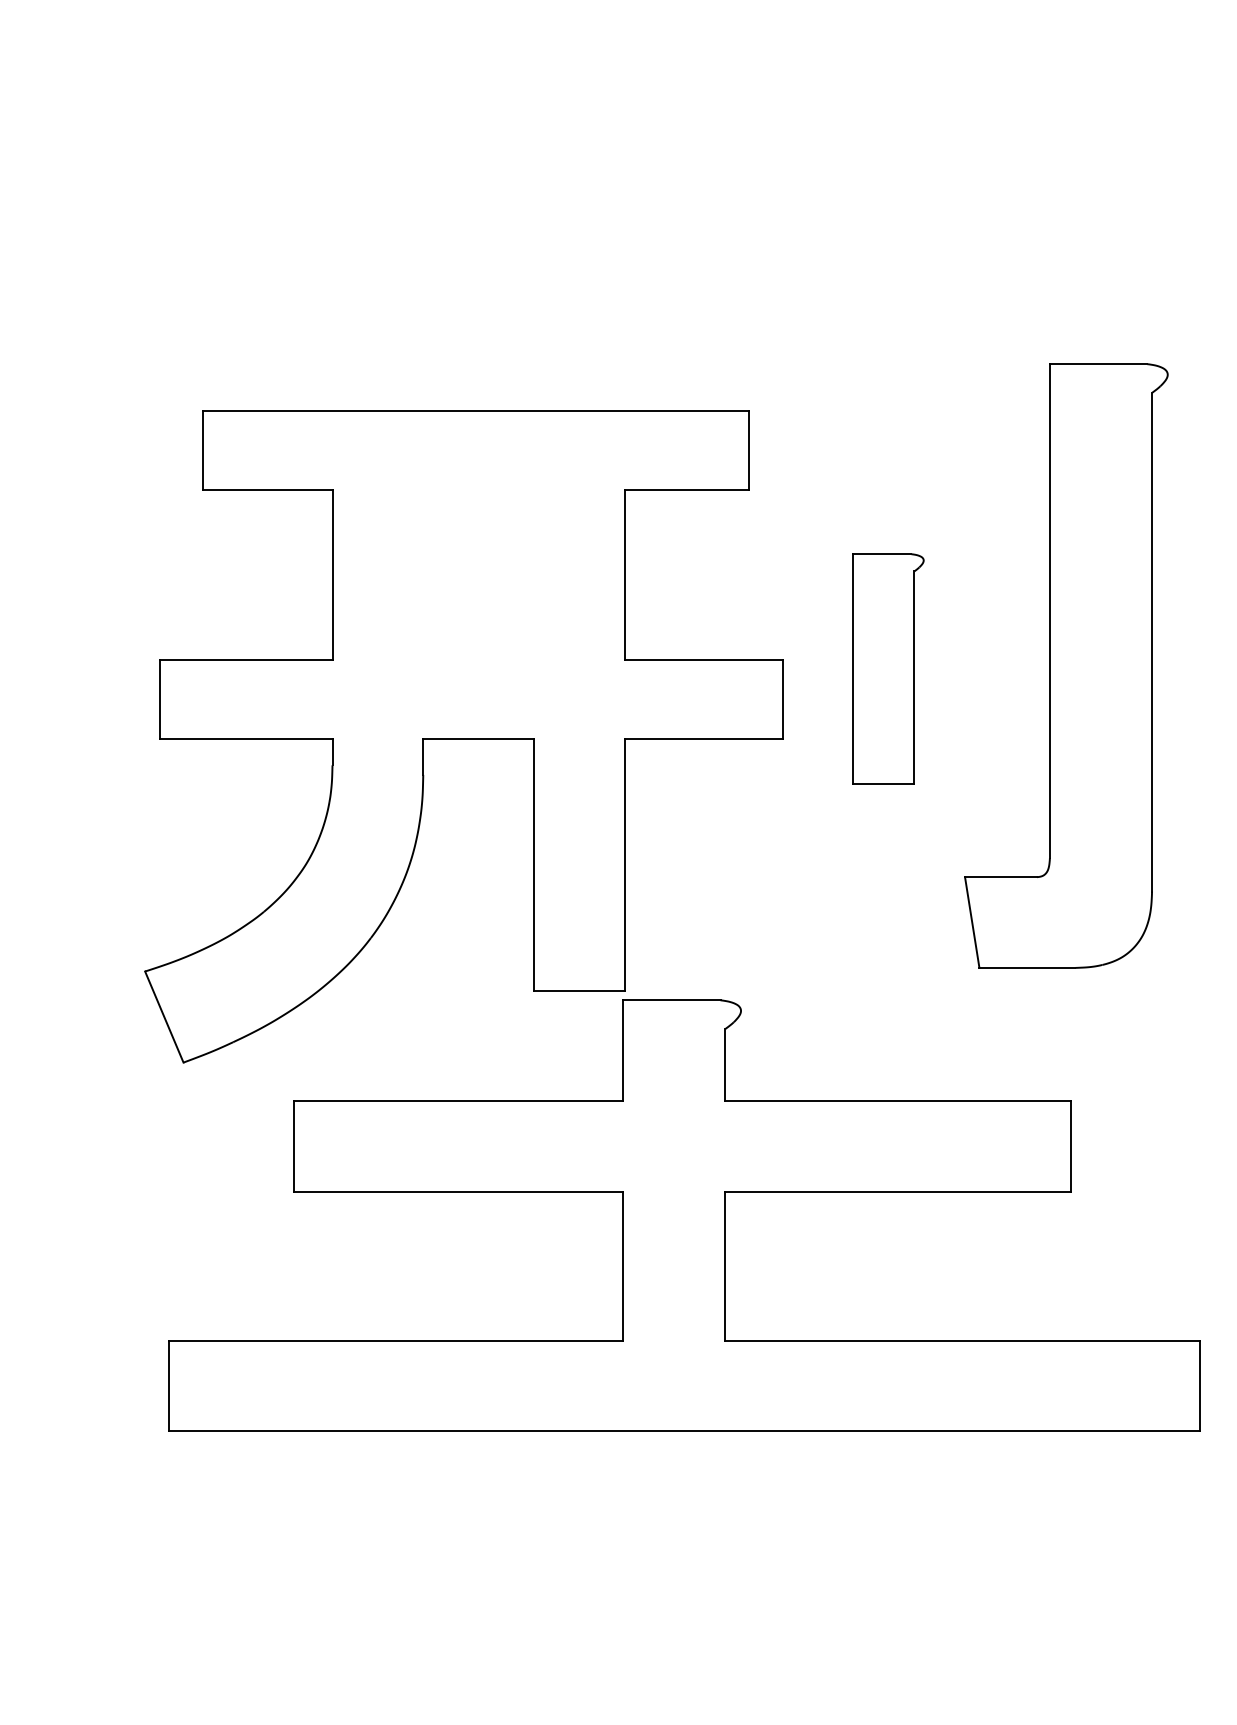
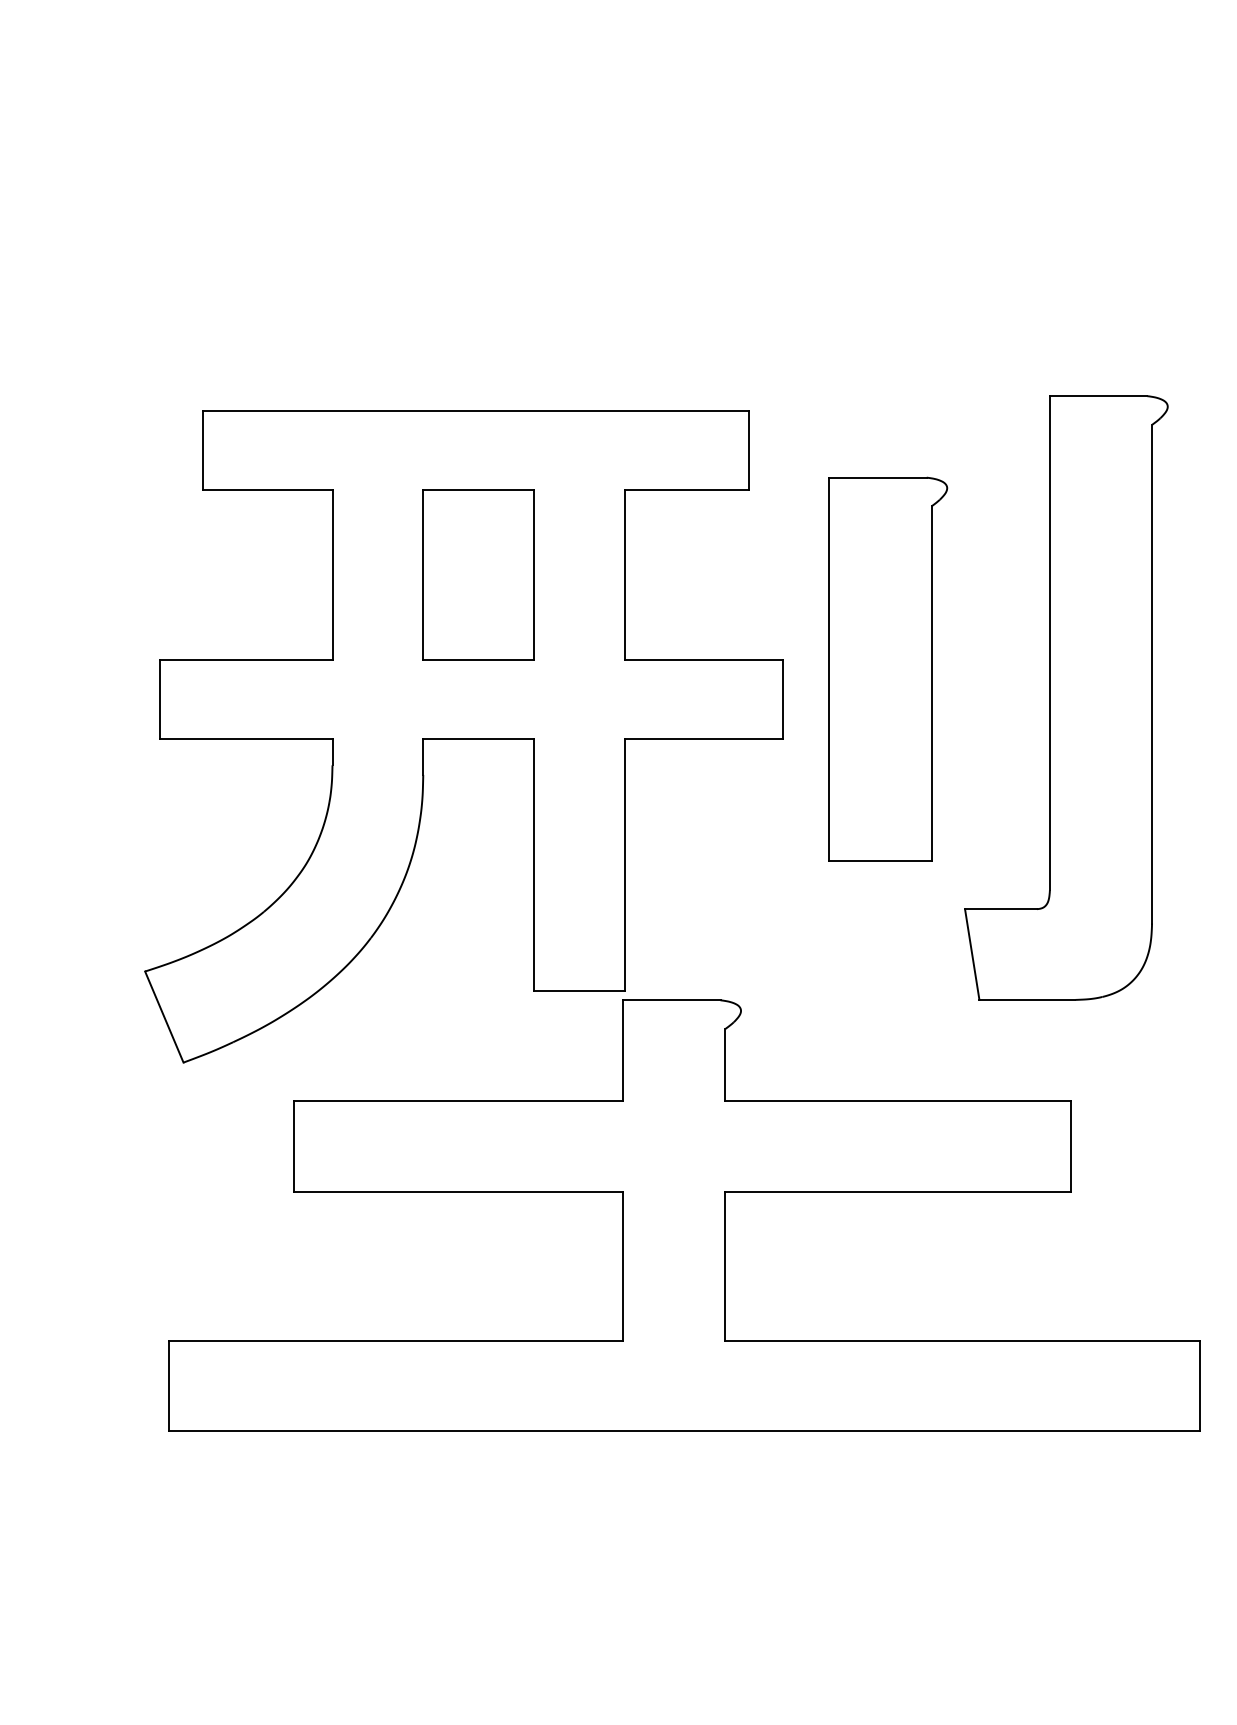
part at (478, 574): none -> present
part at (1066, 665) position: (1066, 665) -> (1066, 697)
part at (888, 668) size: 73x232 px -> 121x386 px
